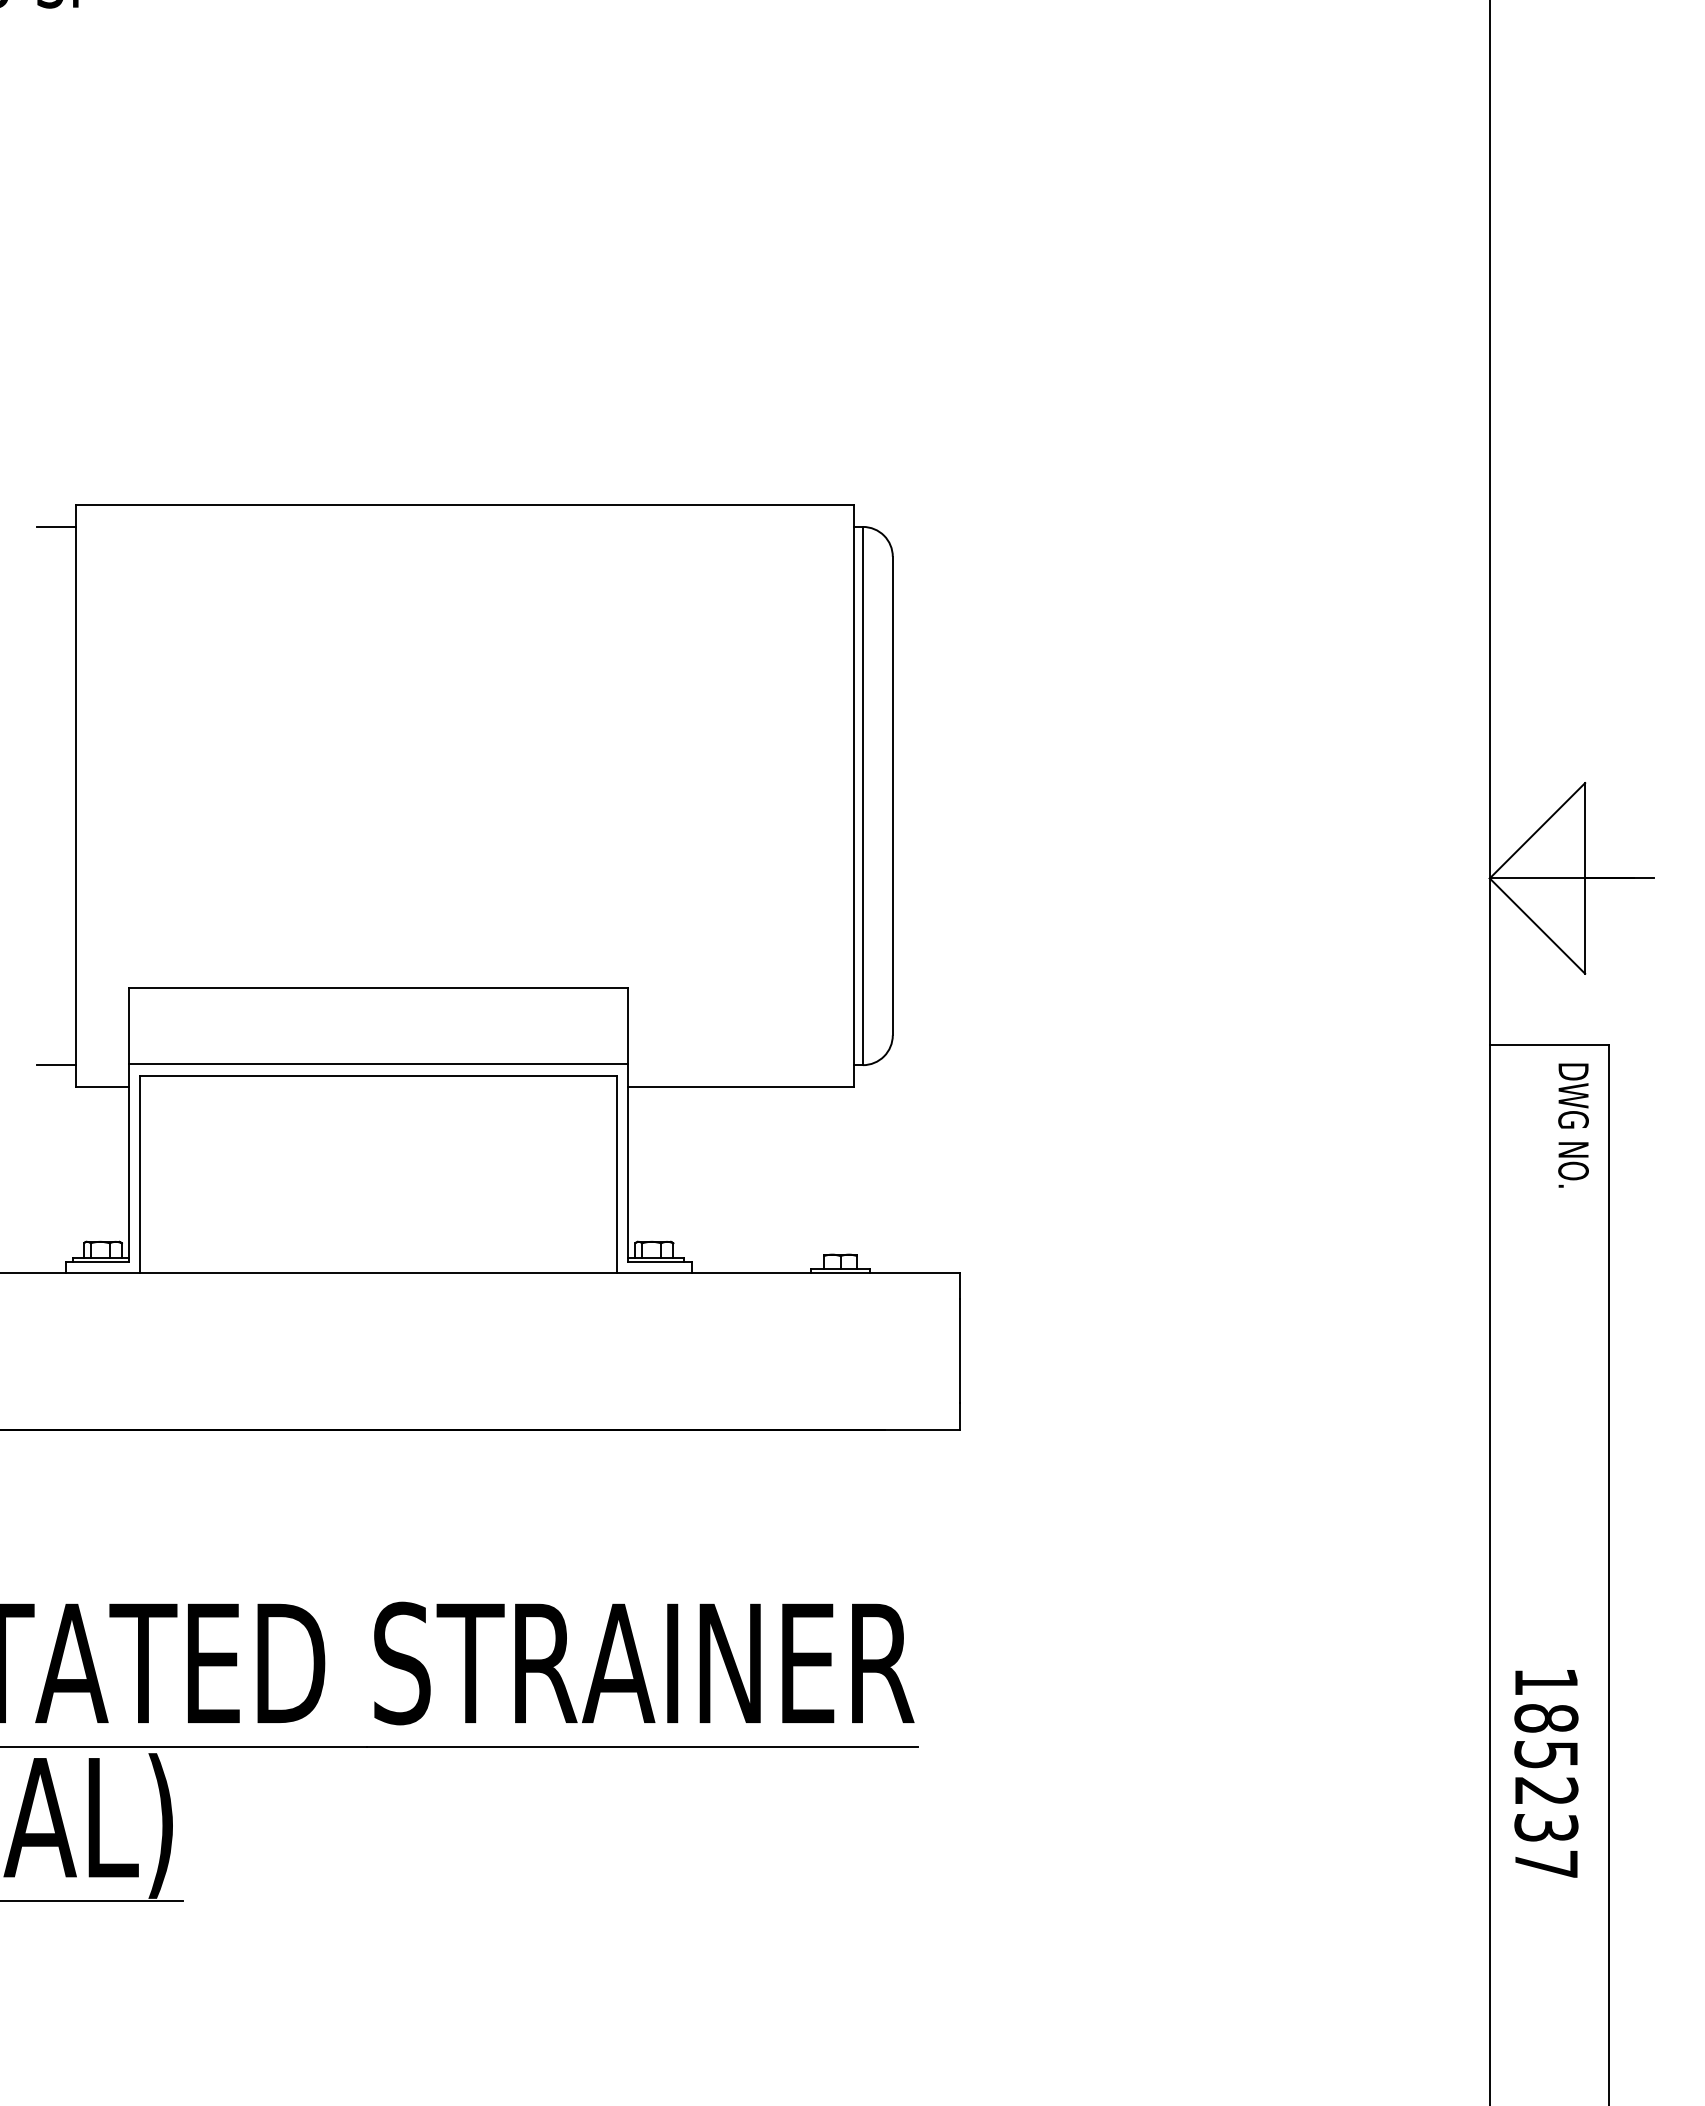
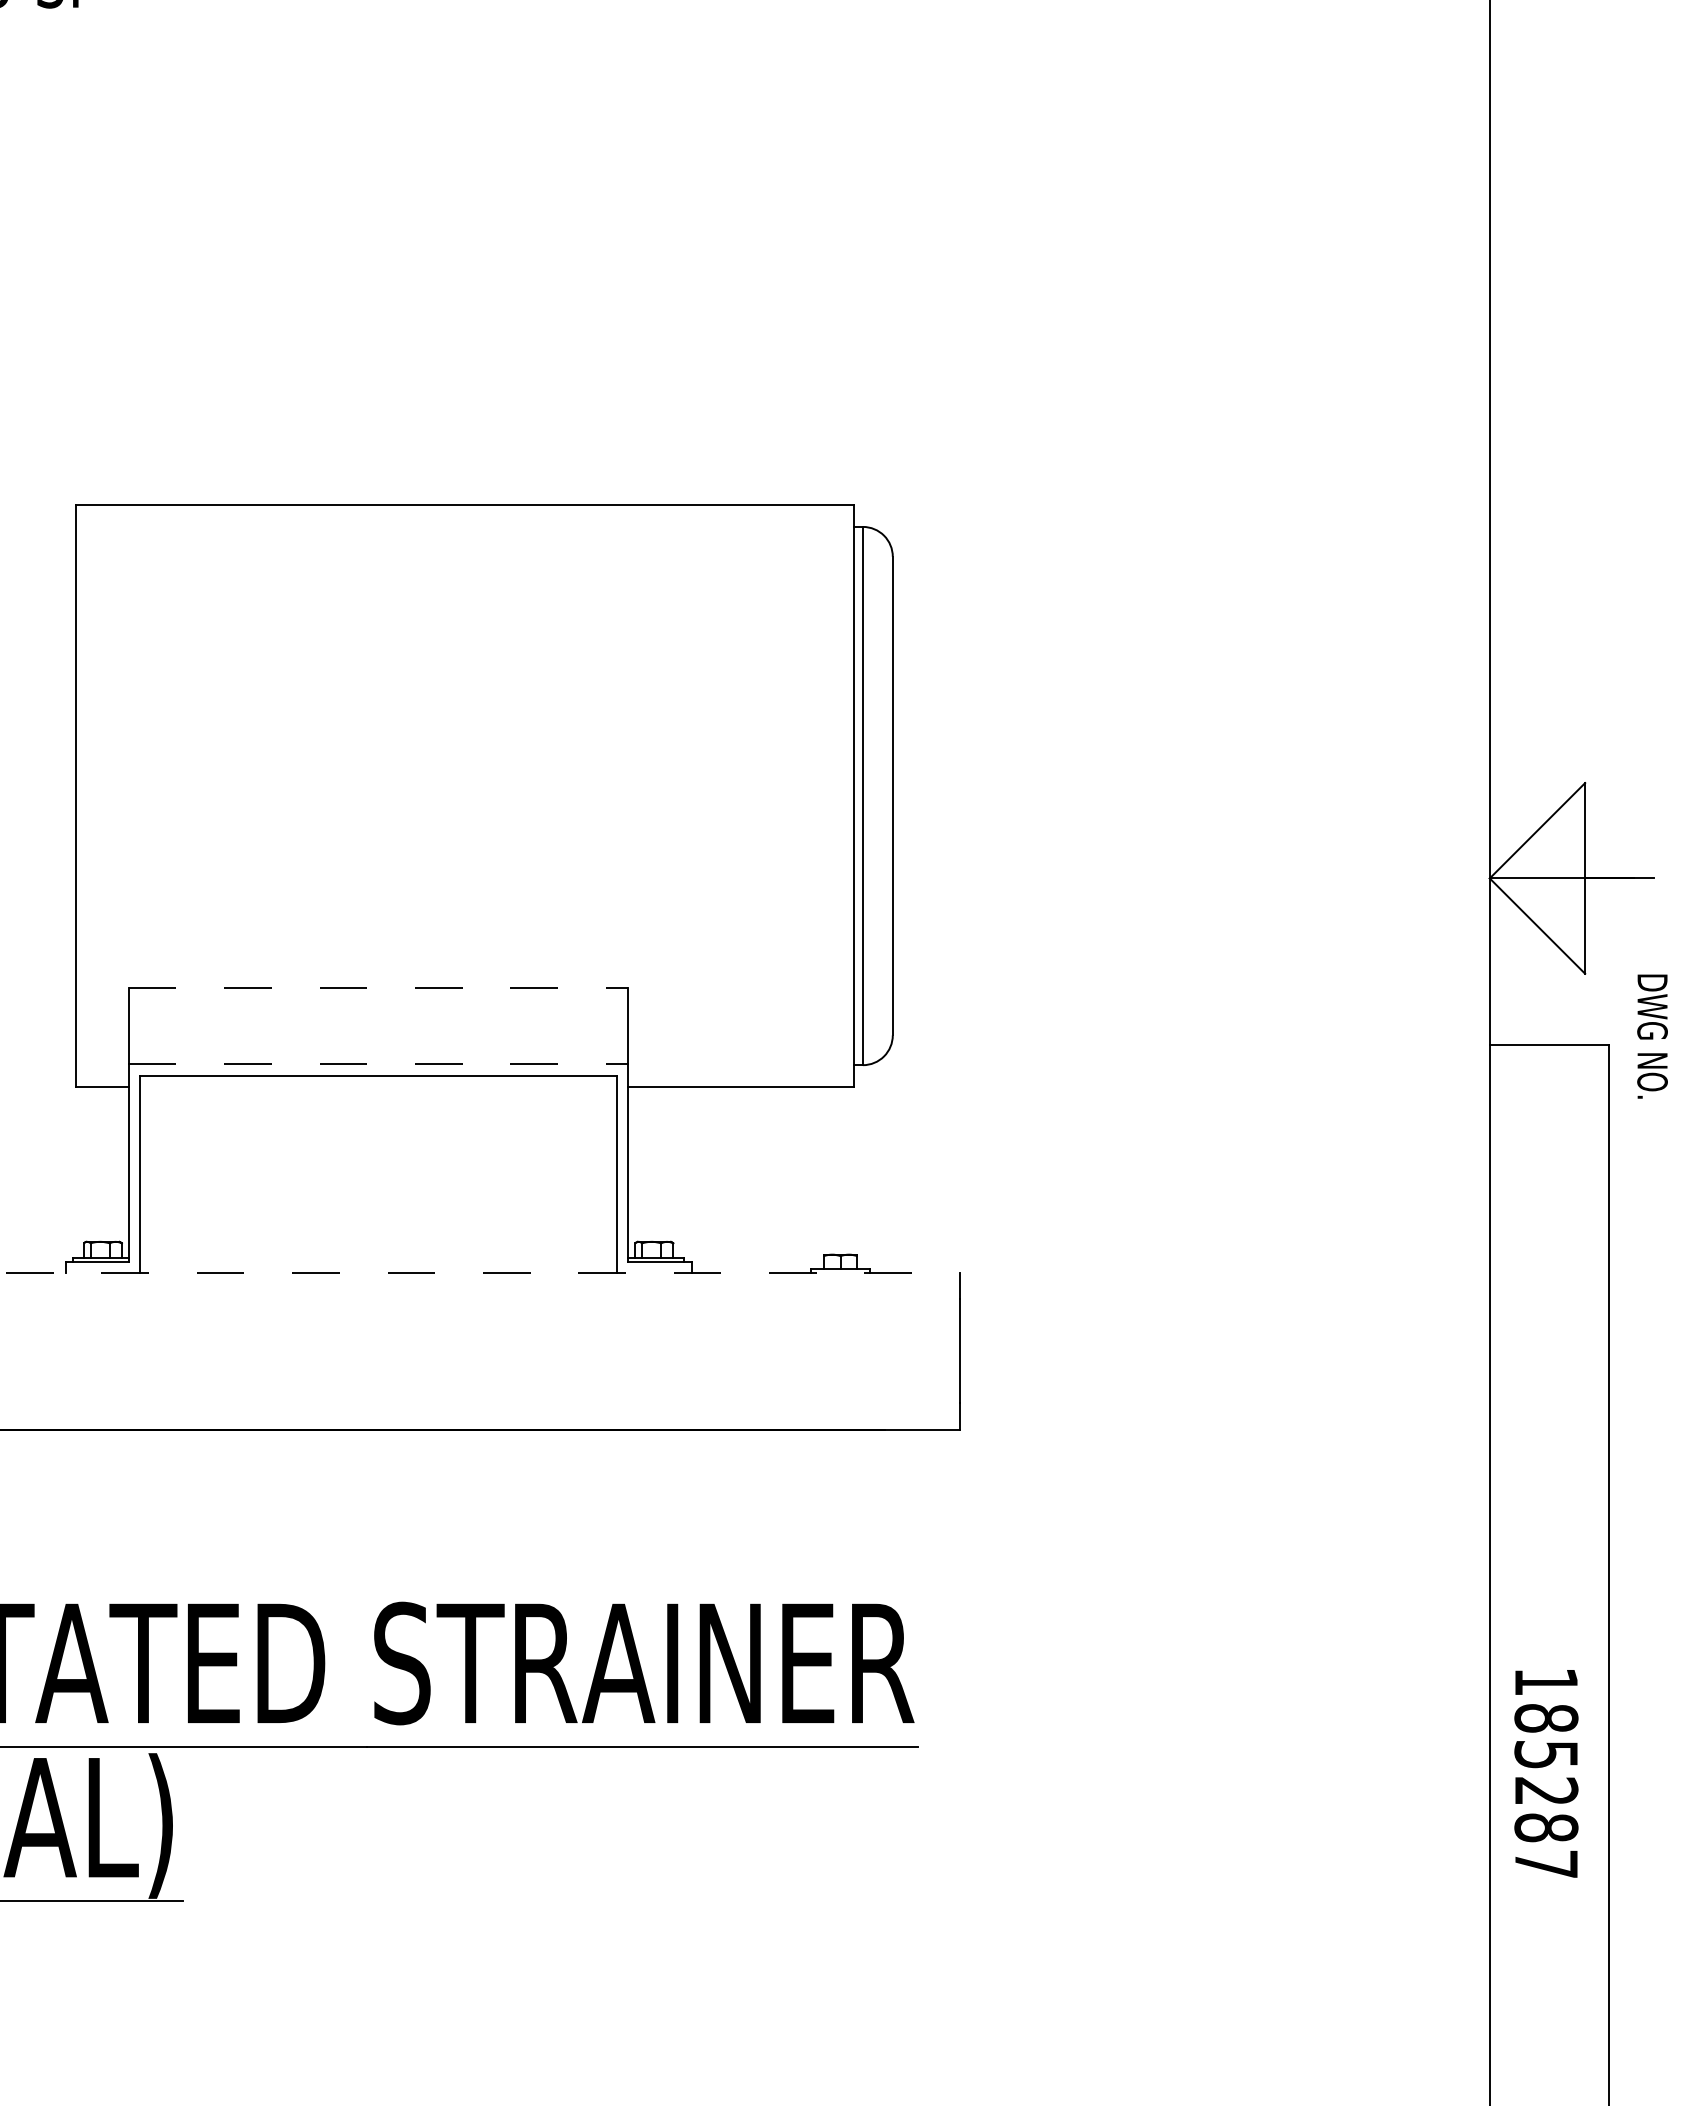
line at (55, 526): present -> none
line at (378, 988): solid -> dashed
line at (378, 1064): solid -> dashed
line at (55, 1065): present -> none
text at (1573, 1125) position: (1573, 1125) -> (1652, 1036)
line at (480, 1273): solid -> dashed
text at (1546, 1827): 185237 -> 185287
